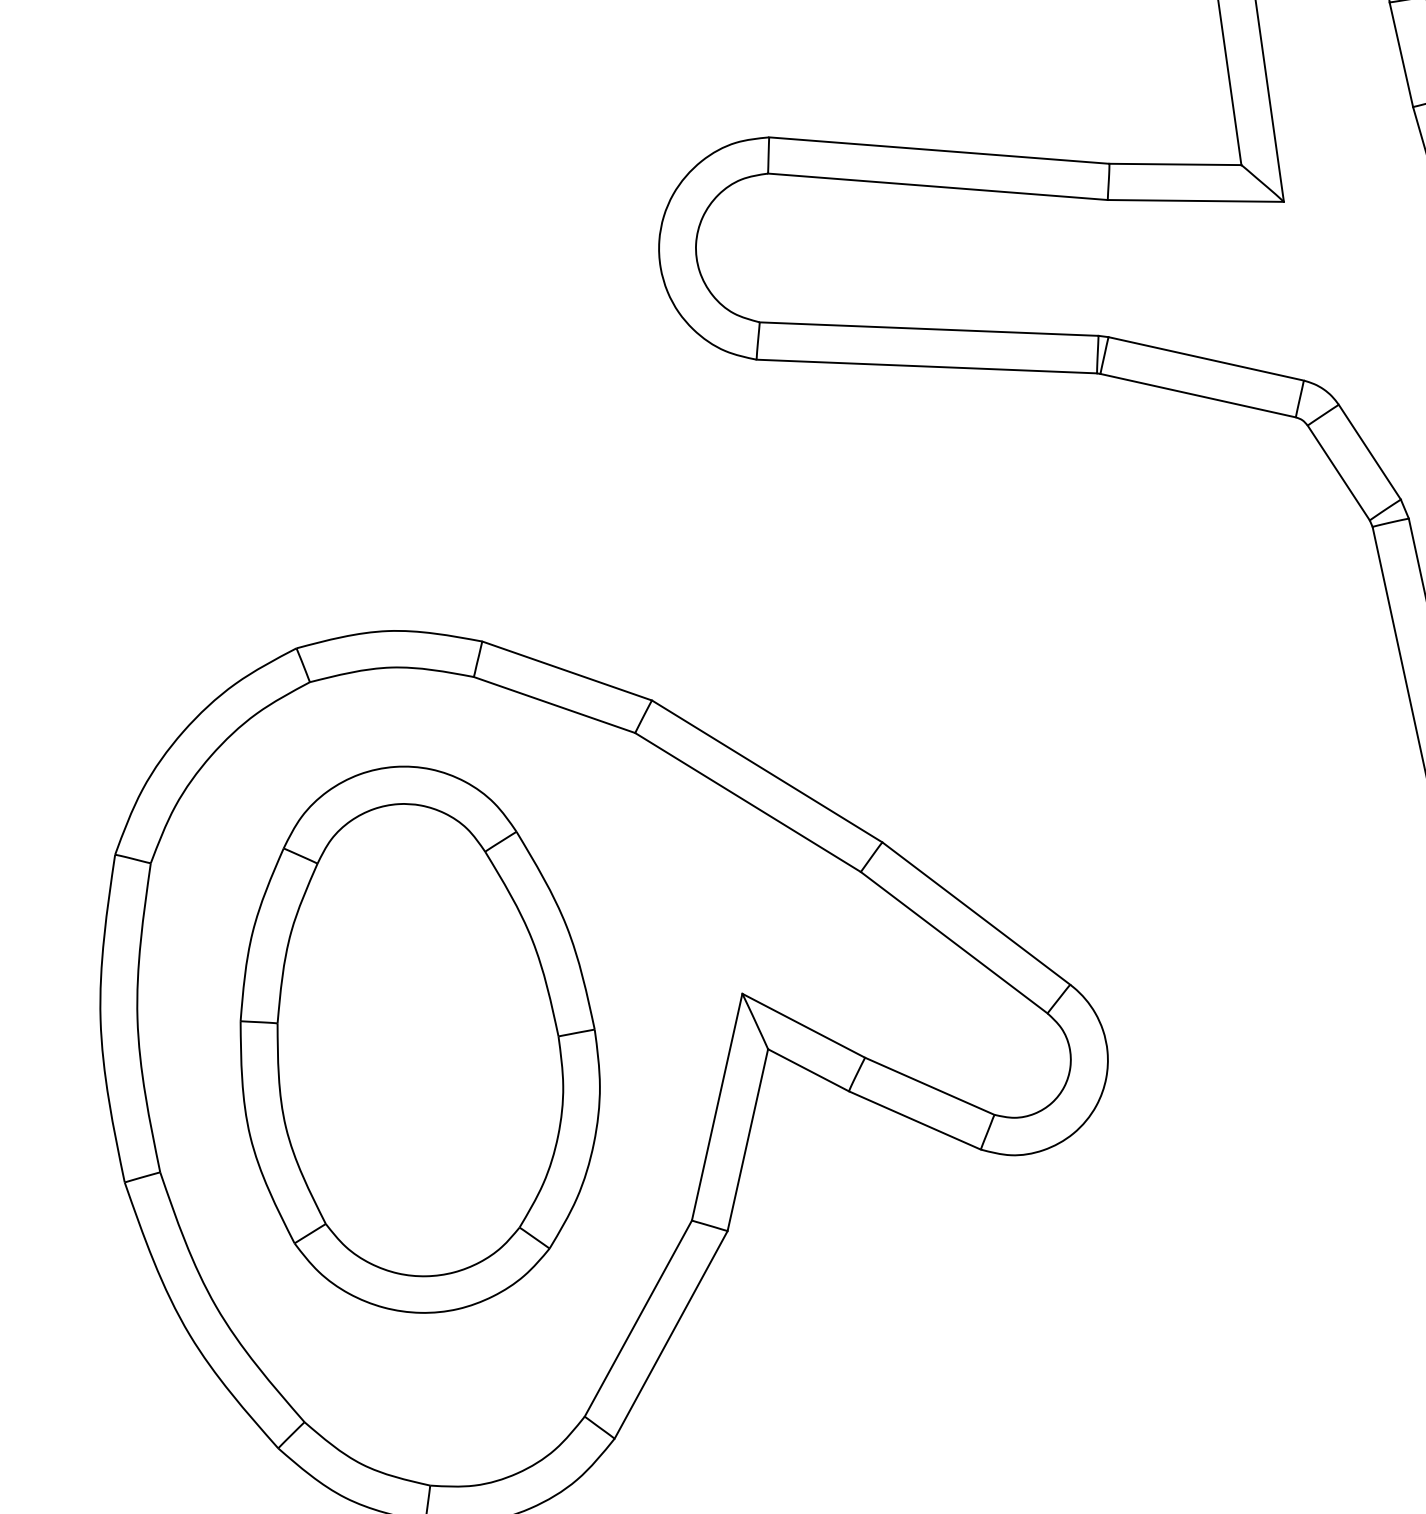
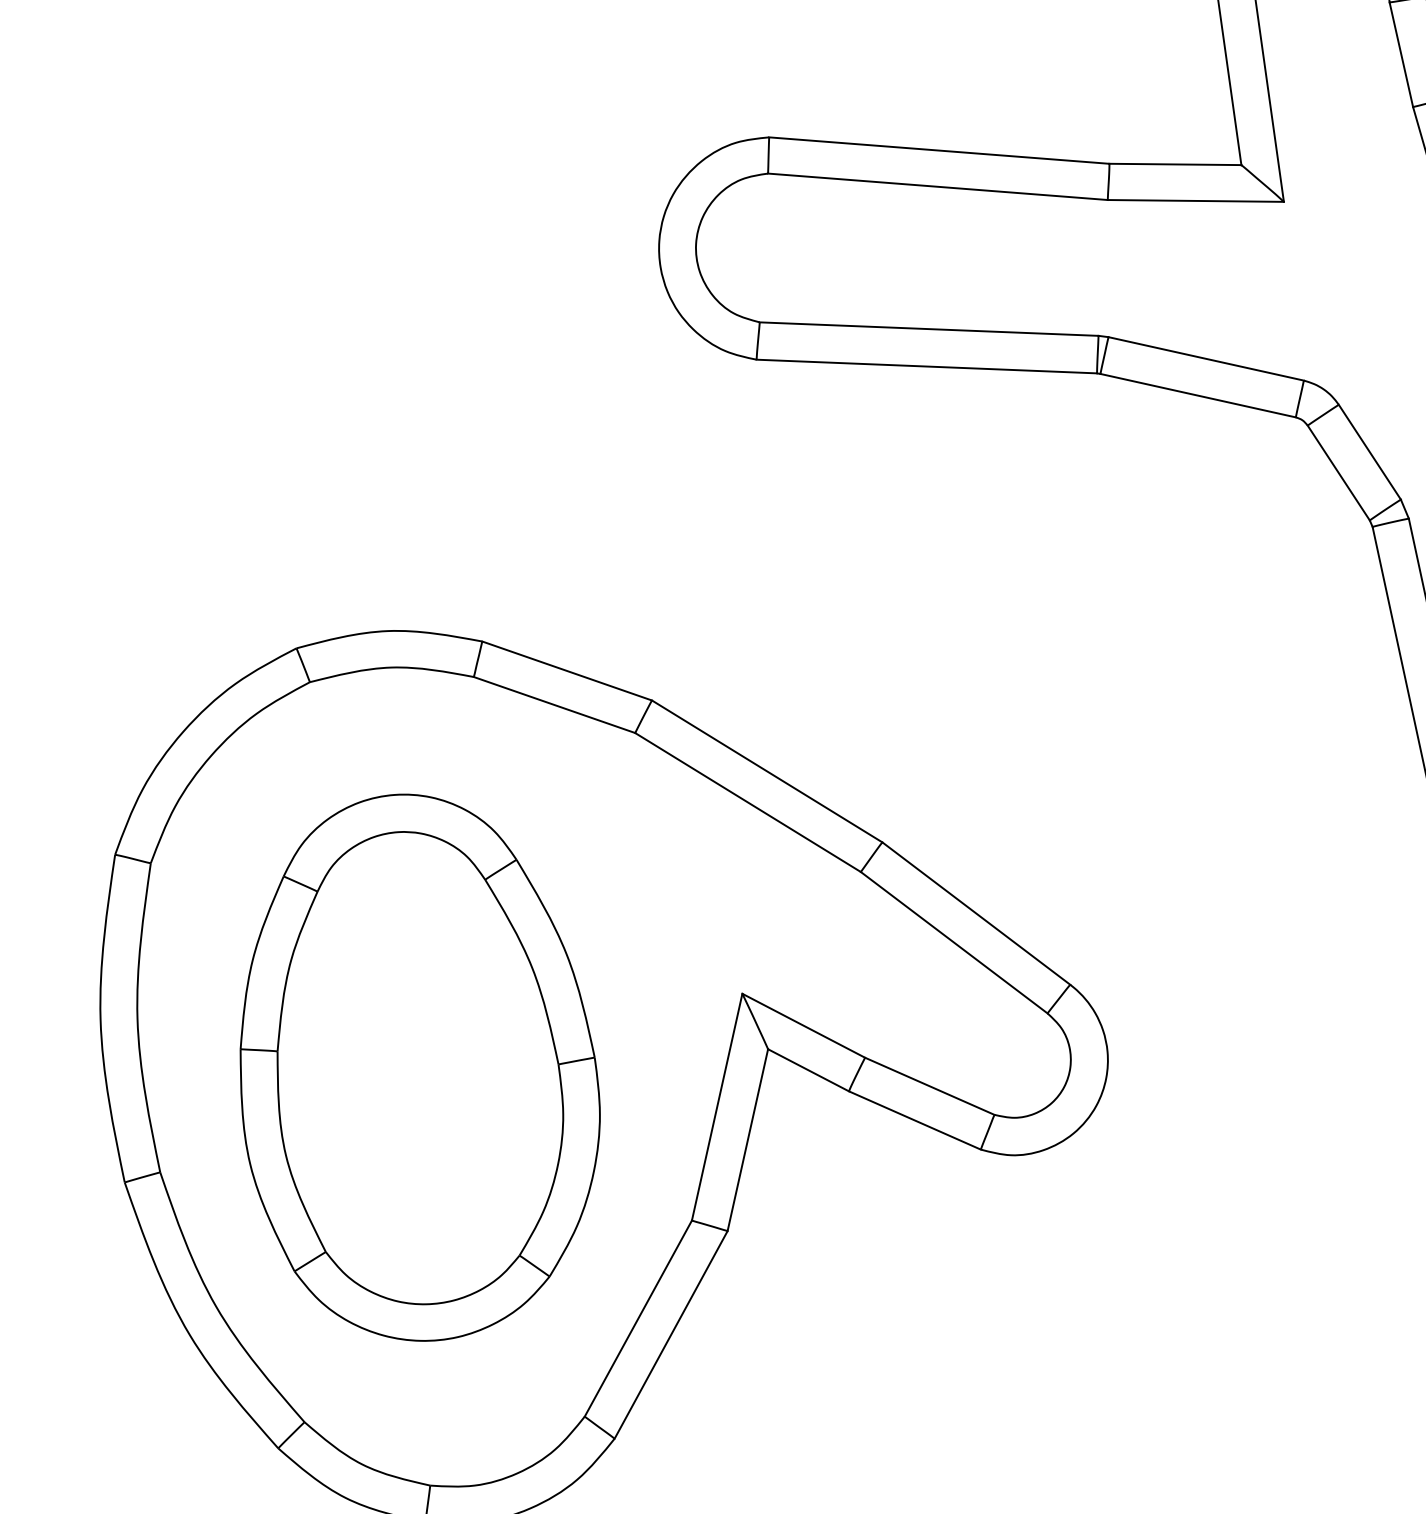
part at (419, 1039) position: (419, 1039) -> (419, 1067)
